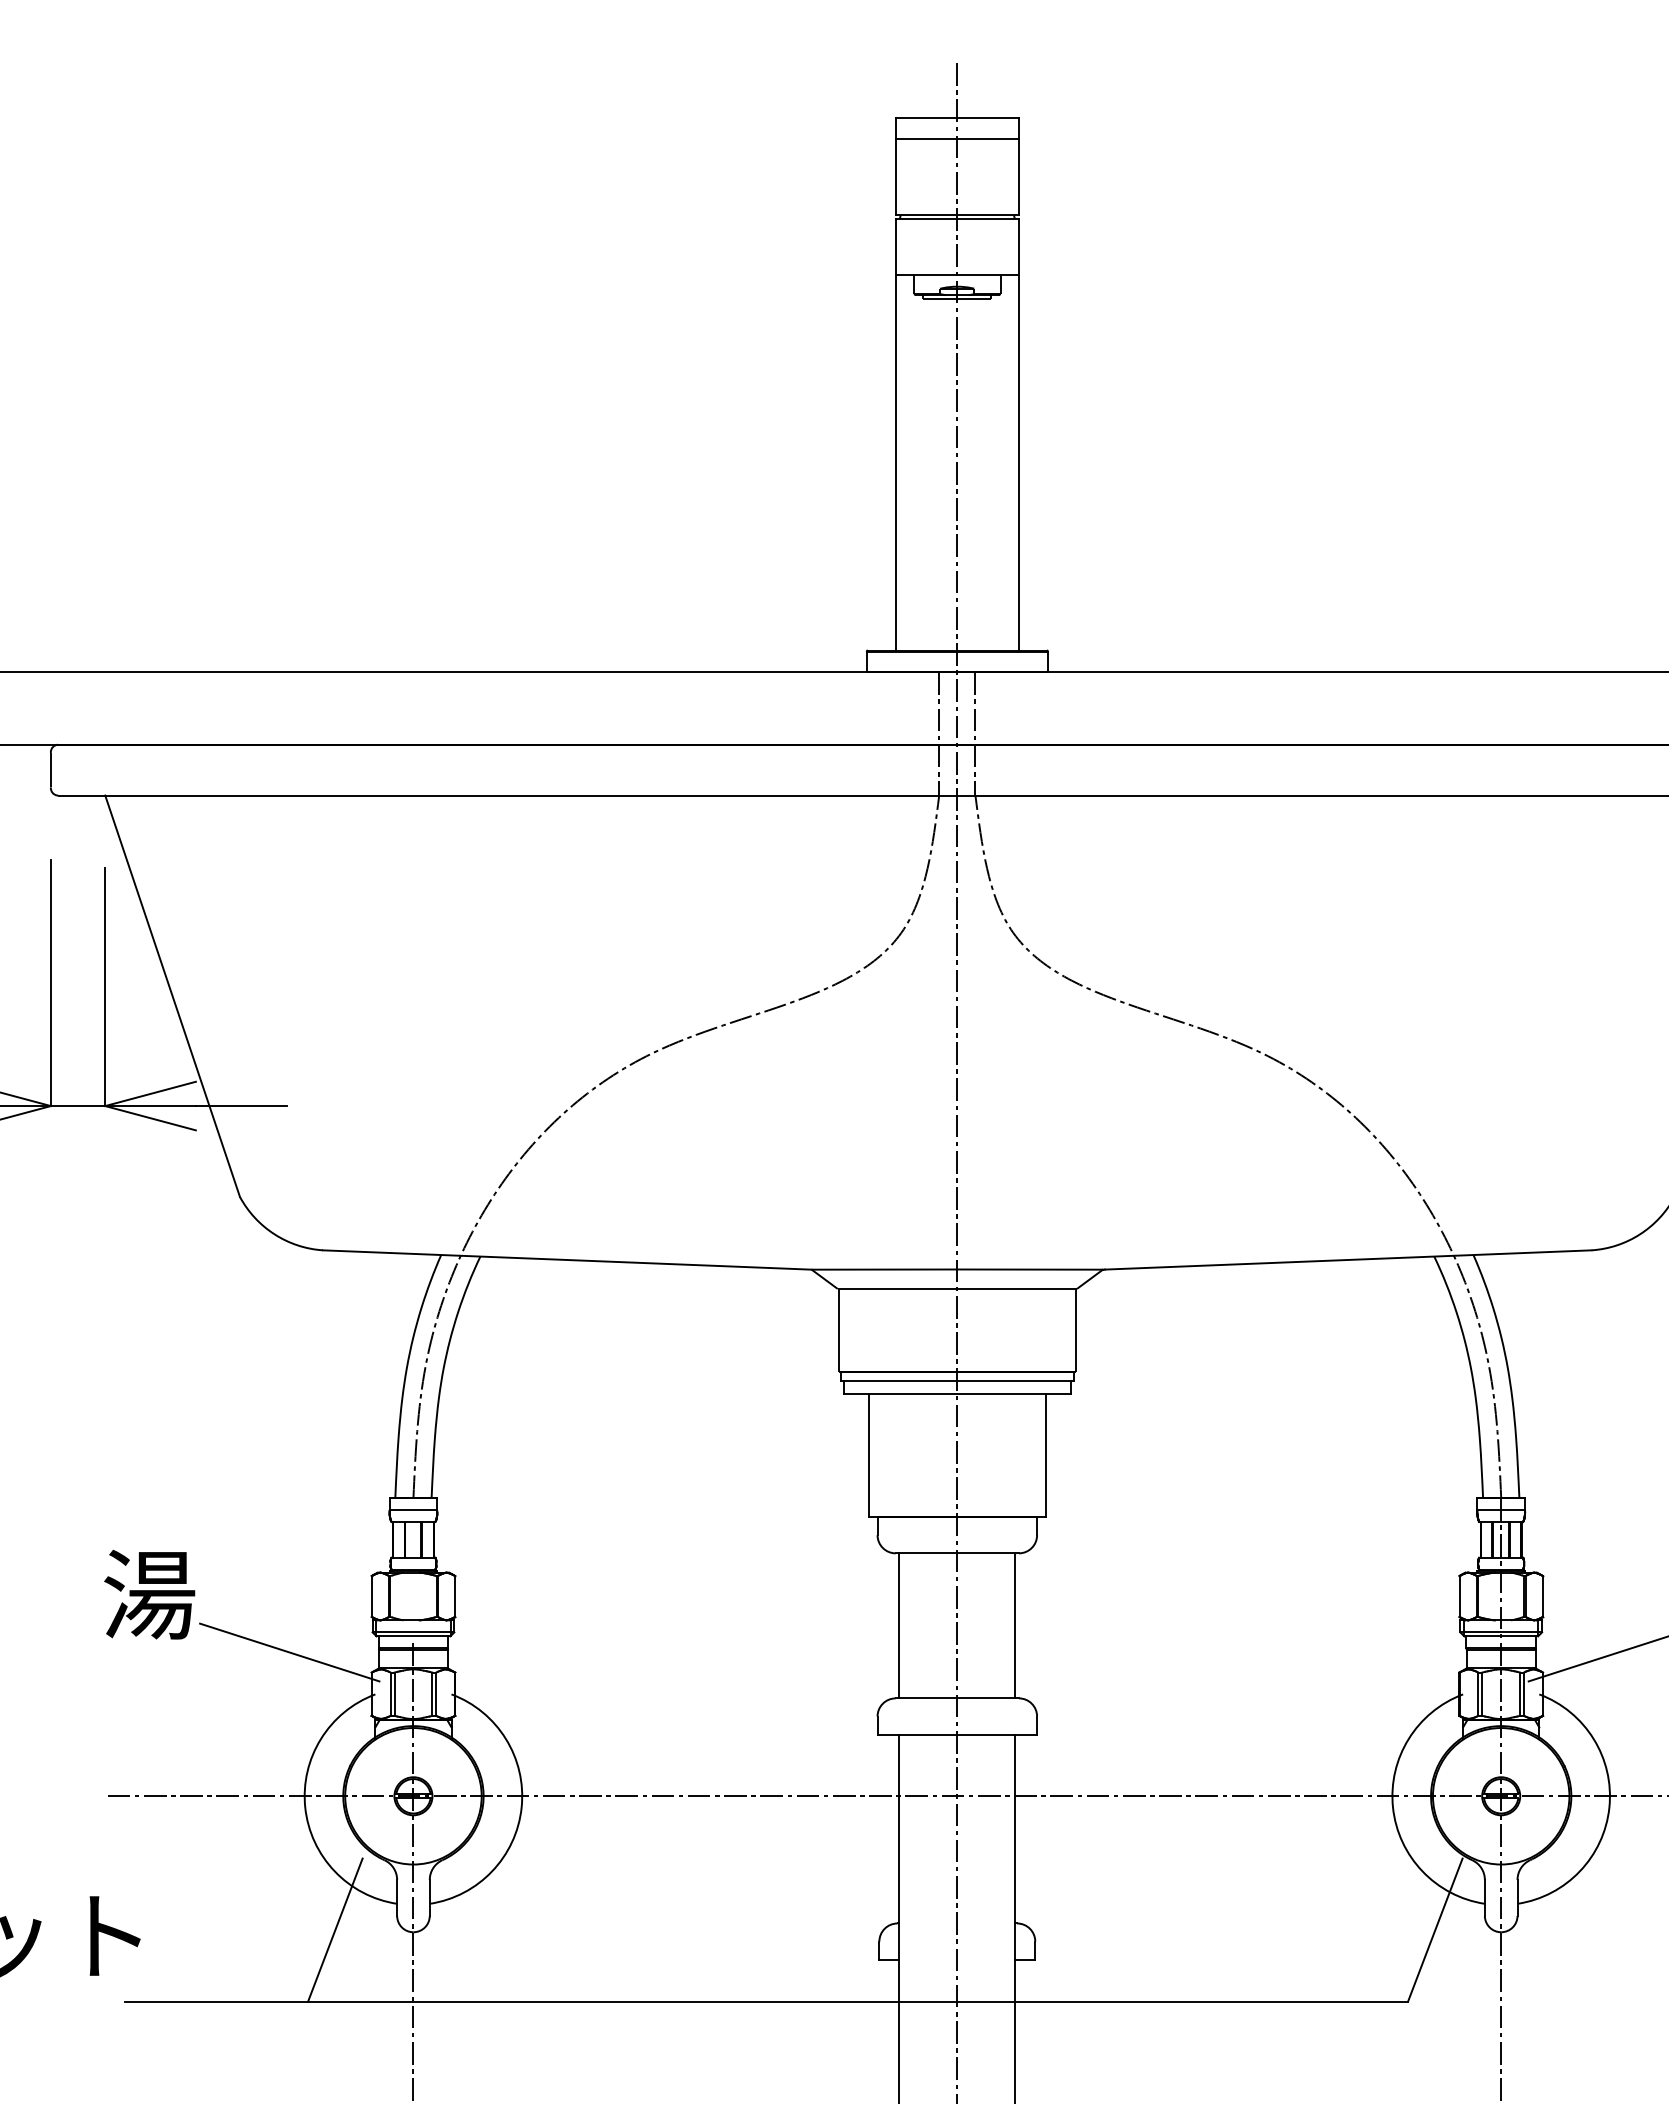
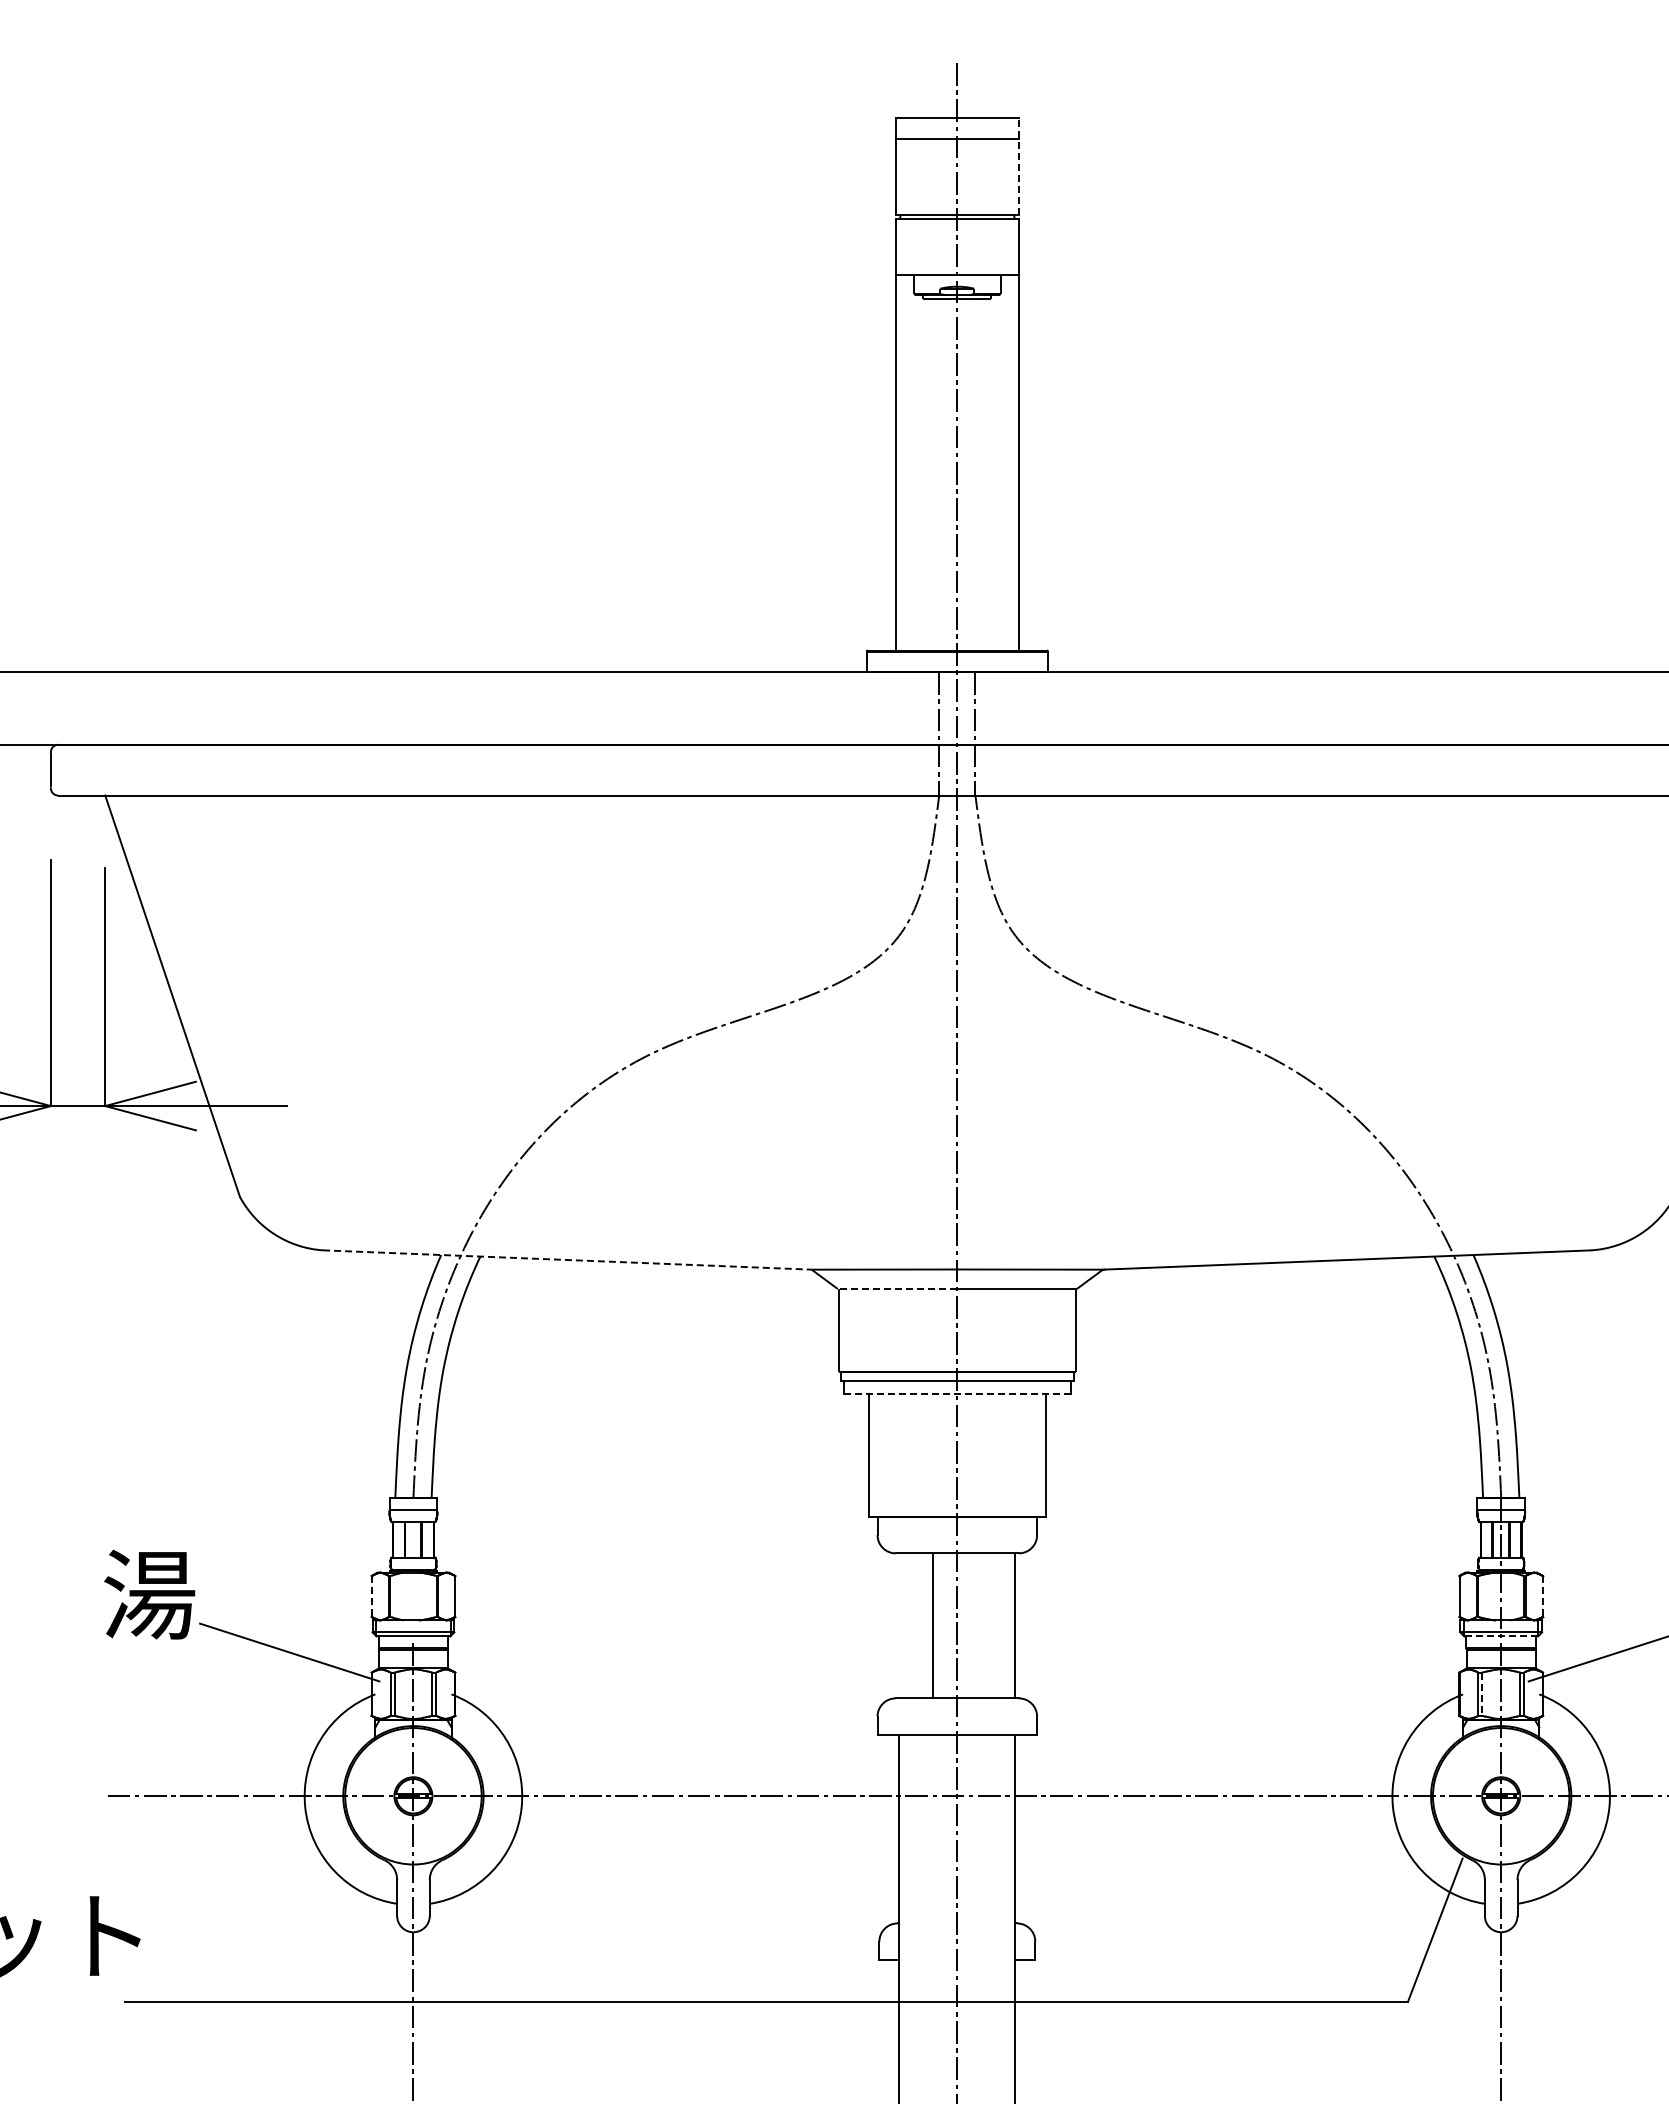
line at (1018, 166): solid -> dashed
line at (567, 1260): solid -> dashed
line at (897, 1288): solid -> dashed
line at (957, 1393): solid -> dashed
line at (371, 1596): solid -> dashed
line at (1542, 1596): solid -> dashed
line at (899, 1625) position: (899, 1625) -> (933, 1625)
line at (1500, 1636): solid -> dashed
line at (1482, 1694): solid -> dashed
line at (335, 1929): present -> none
